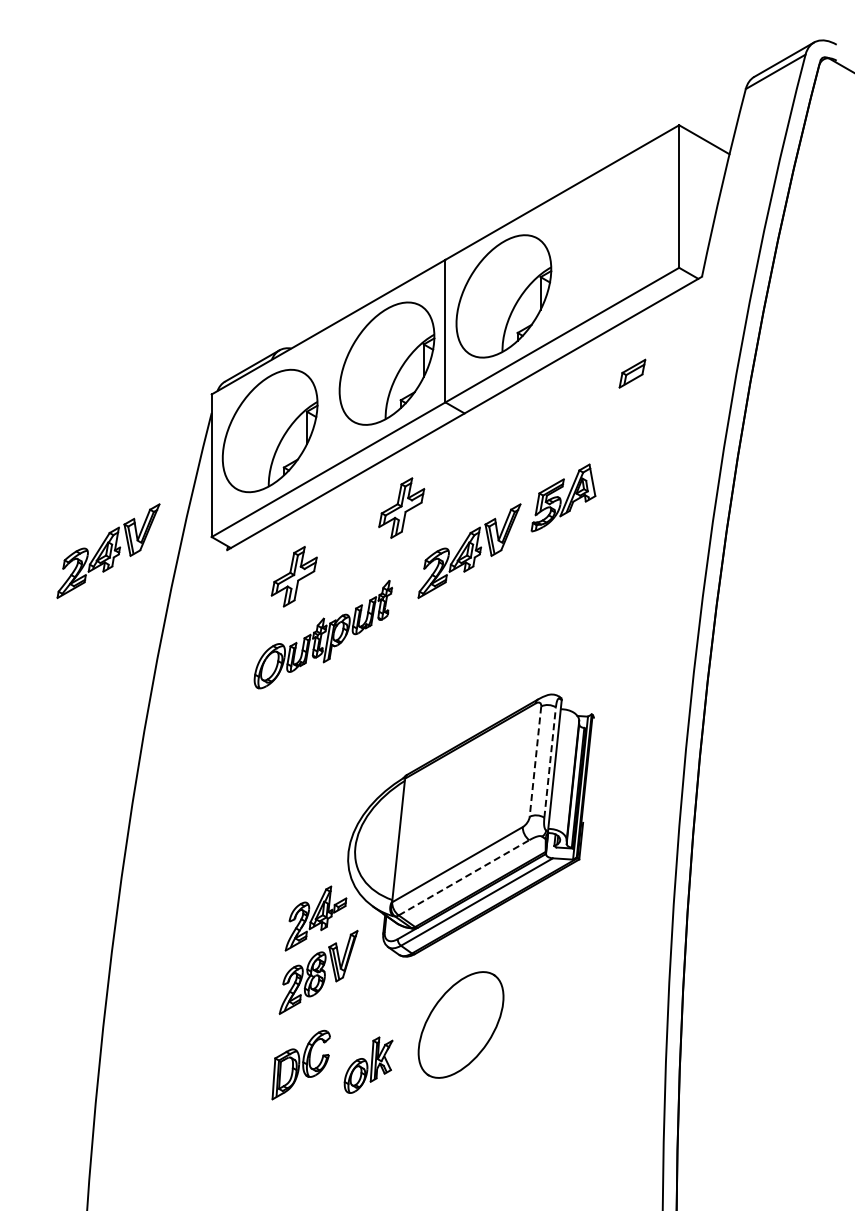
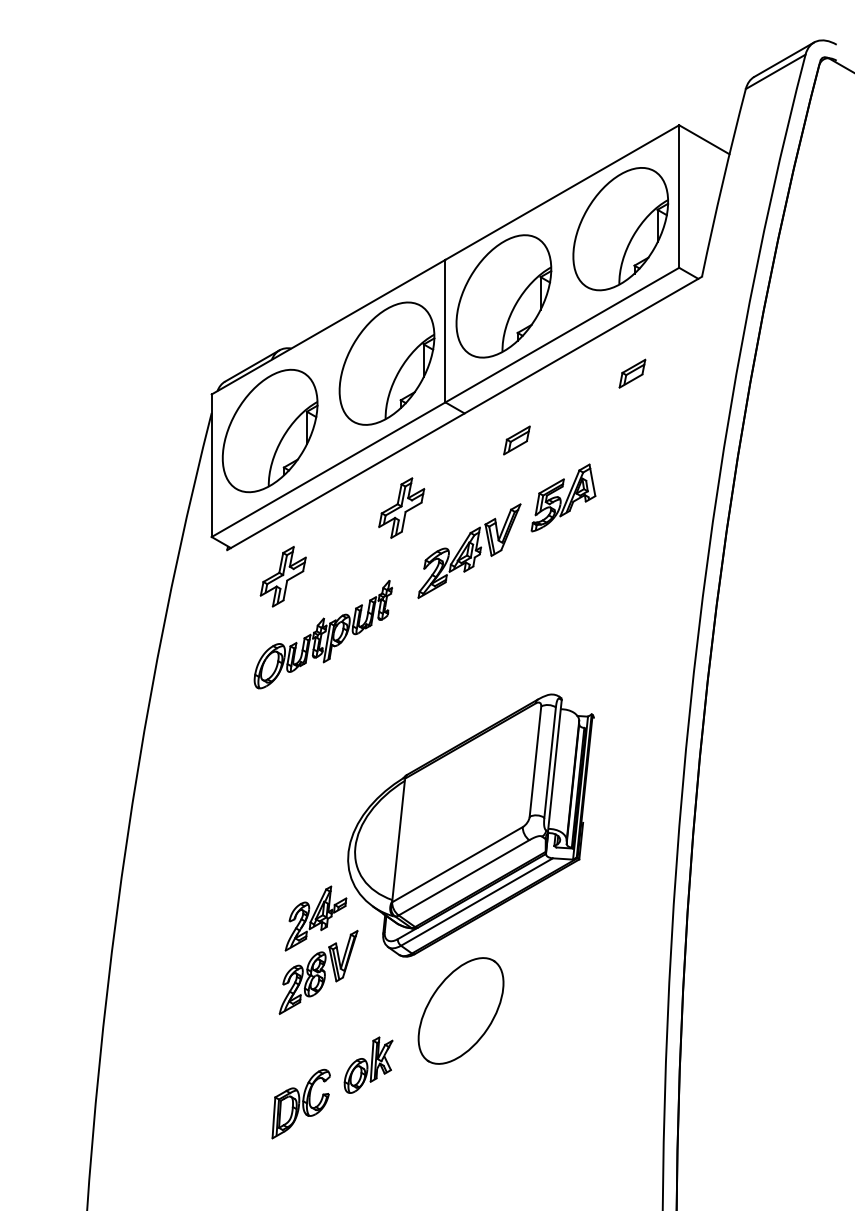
part at (620, 229): none -> present
part at (516, 440): none -> present
part at (108, 550): present -> none
part at (293, 576) position: (293, 576) -> (282, 576)
line at (535, 762): dashed -> solid
line at (550, 762): dashed -> solid
line at (464, 877): dashed -> solid
part at (460, 1024) position: (460, 1024) -> (460, 1010)
part at (300, 1064) position: (300, 1064) -> (300, 1103)
